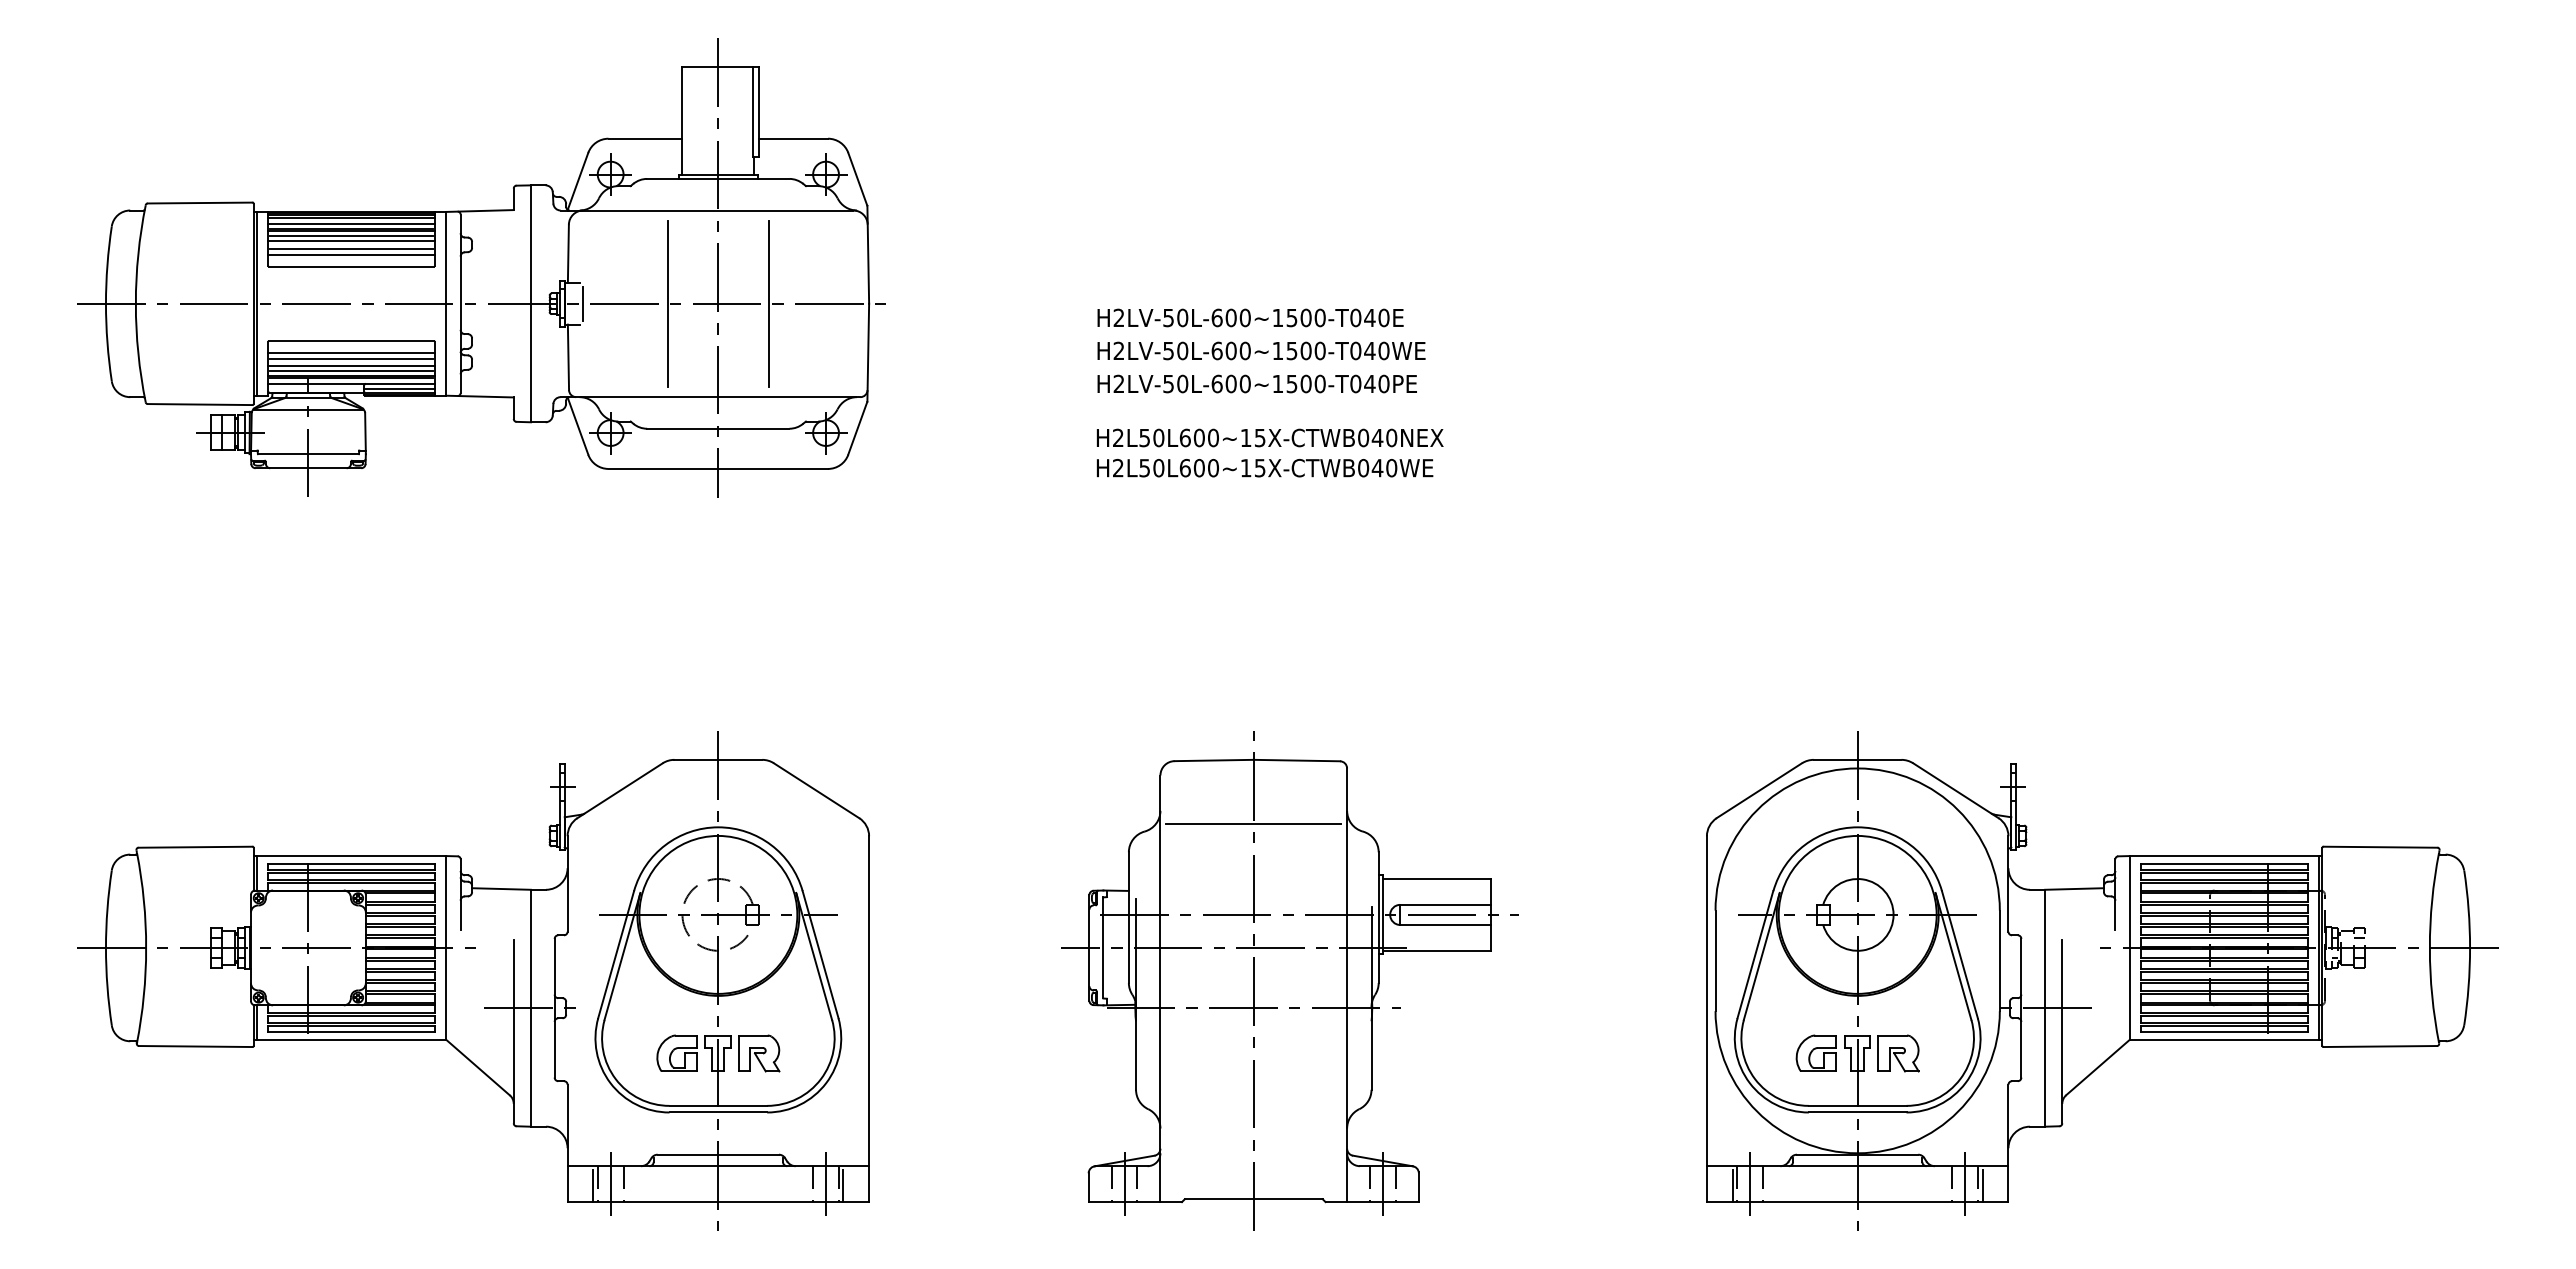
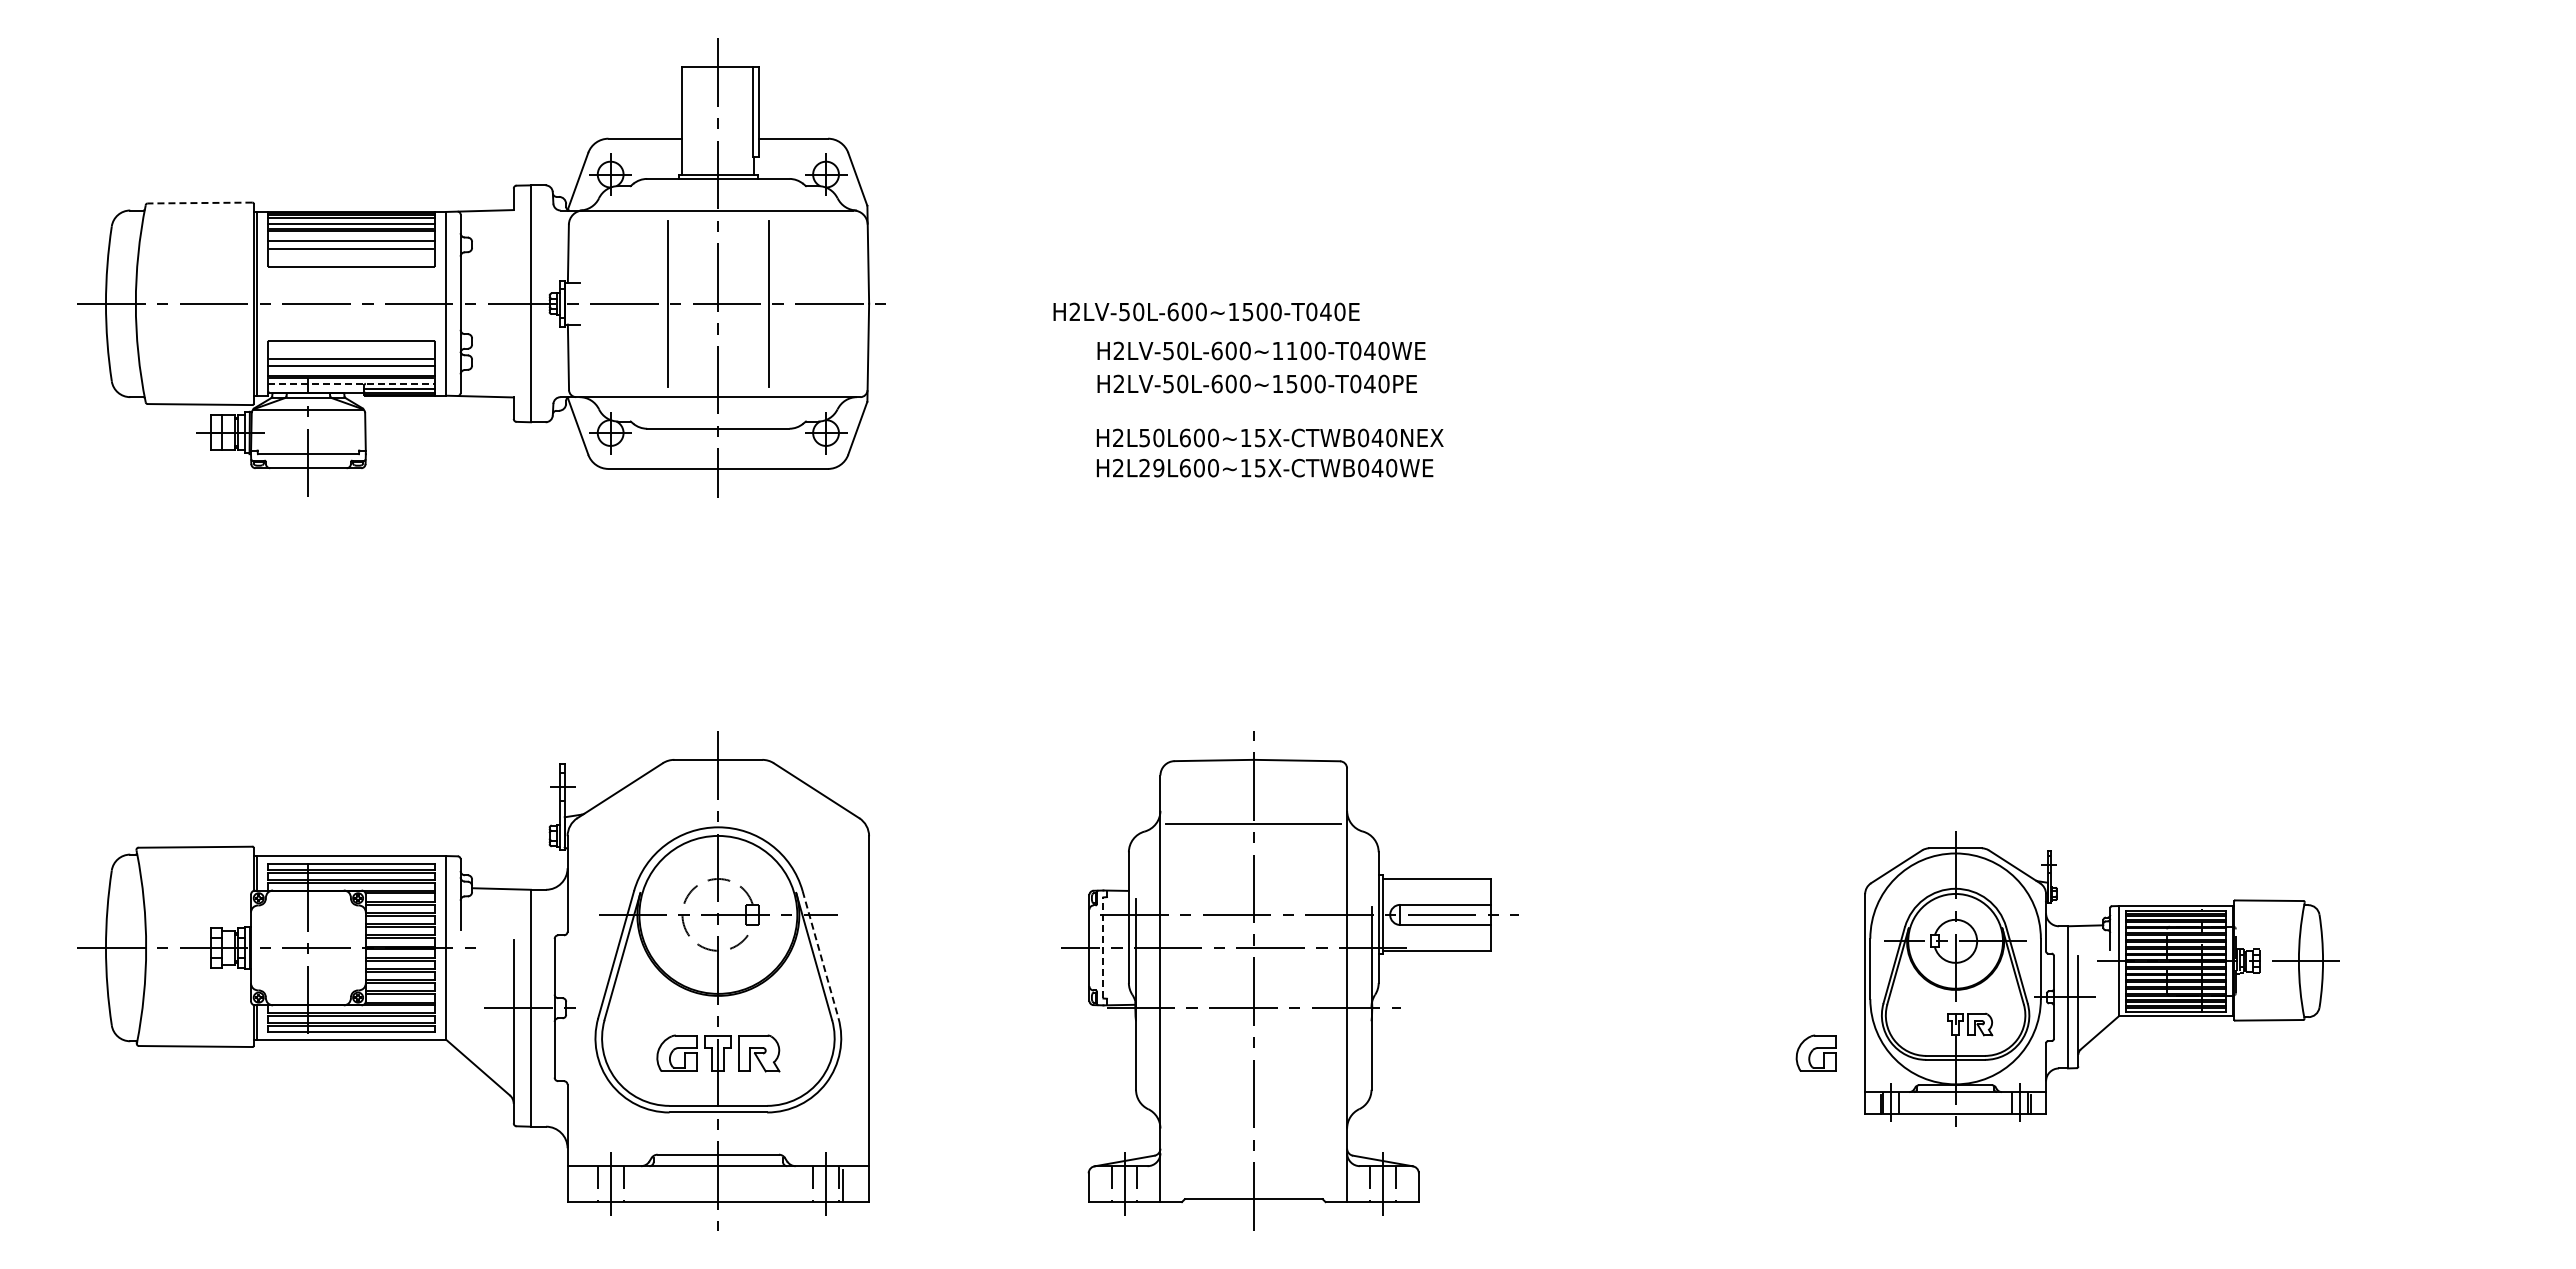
line at (199, 203): solid -> dashed
line at (351, 236): present -> none
line at (351, 254): present -> none
line at (583, 303): present -> none
text at (1250, 317) position: (1250, 317) -> (1206, 311)
text at (1291, 351): H2LV-50L-600~1500-T040WE -> H2LV-50L-600~1100-T040WE
line at (351, 352): present -> none
line at (351, 371): present -> none
line at (352, 383): solid -> dashed
text at (1151, 467): H2L50L600~15X-CTWB040WE -> H2L29L600~15X-CTWB040WE
line at (1103, 947): solid -> dashed
line at (820, 955): solid -> dashed
part at (2102, 980) size: 793x500 px -> 476x296 px
line at (593, 1186): present -> none
